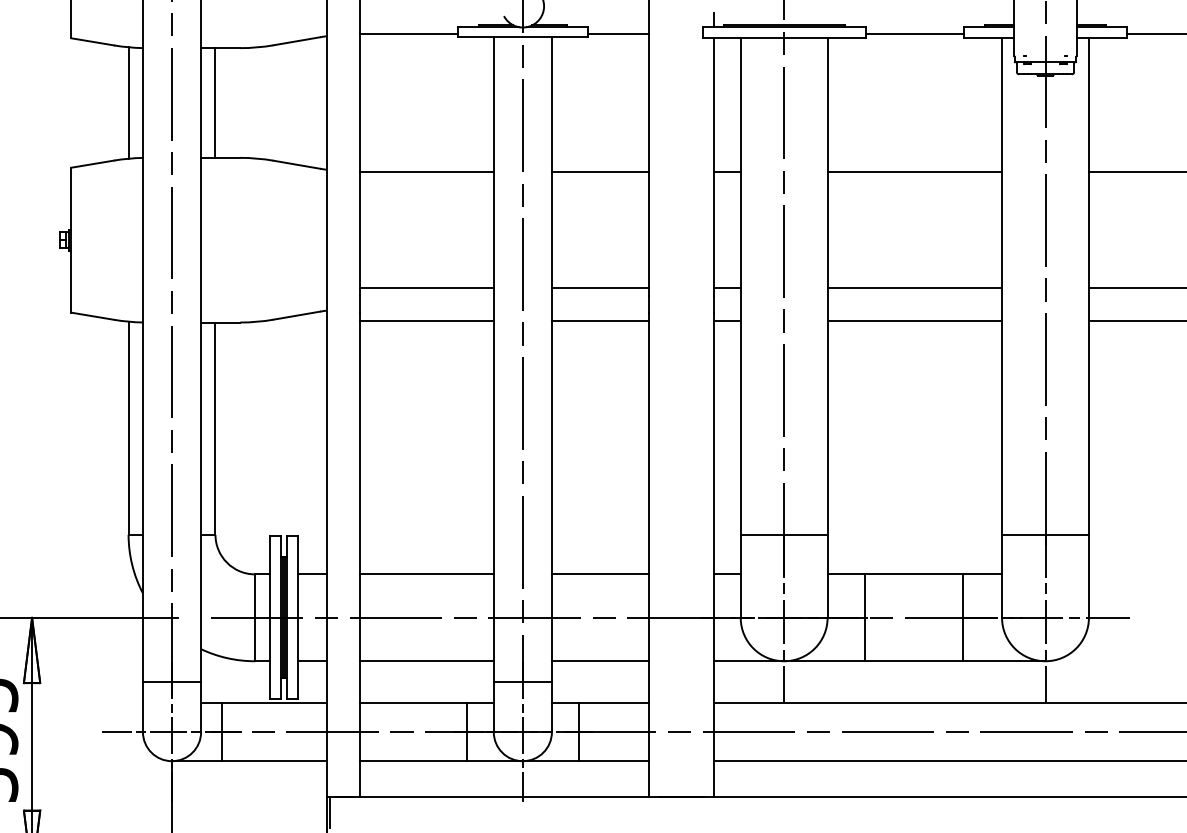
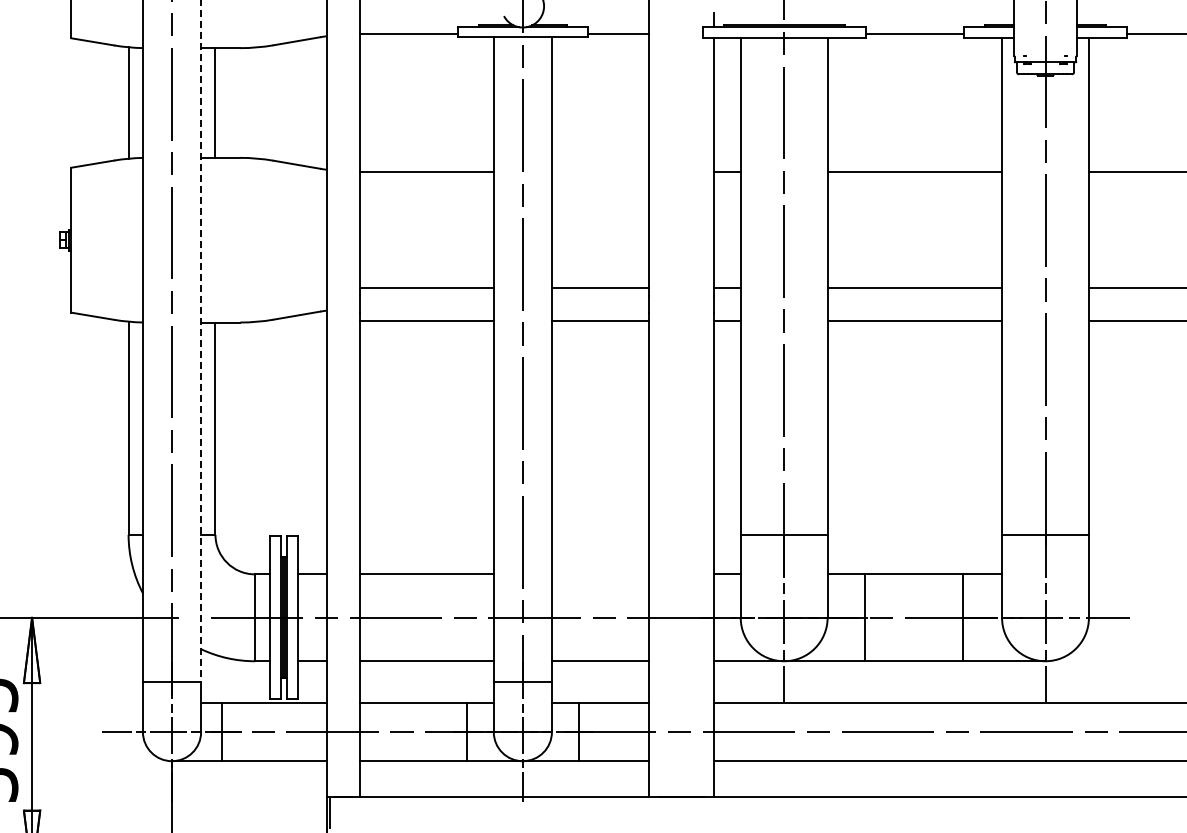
line at (599, 171): present -> none
line at (201, 341): solid -> dashed
line at (599, 574): present -> none
